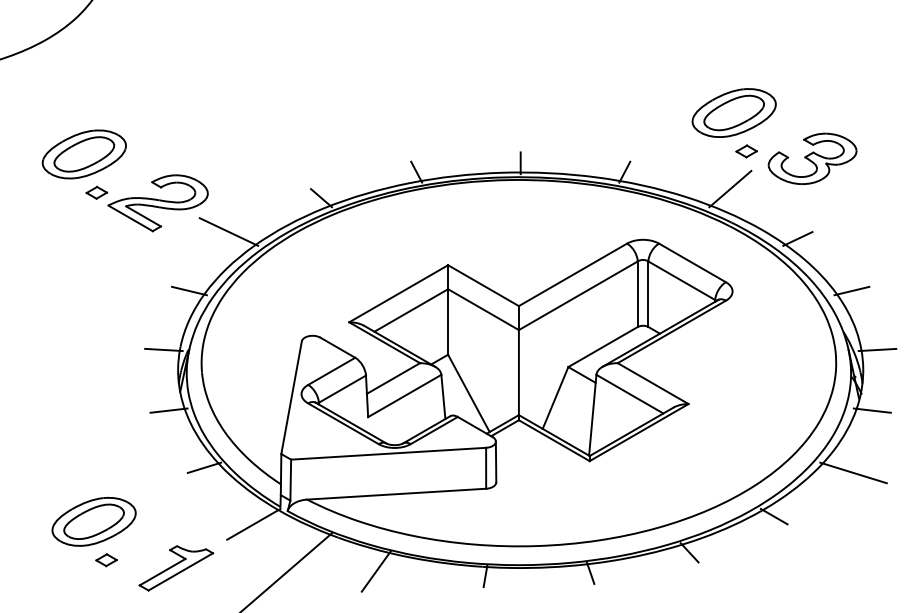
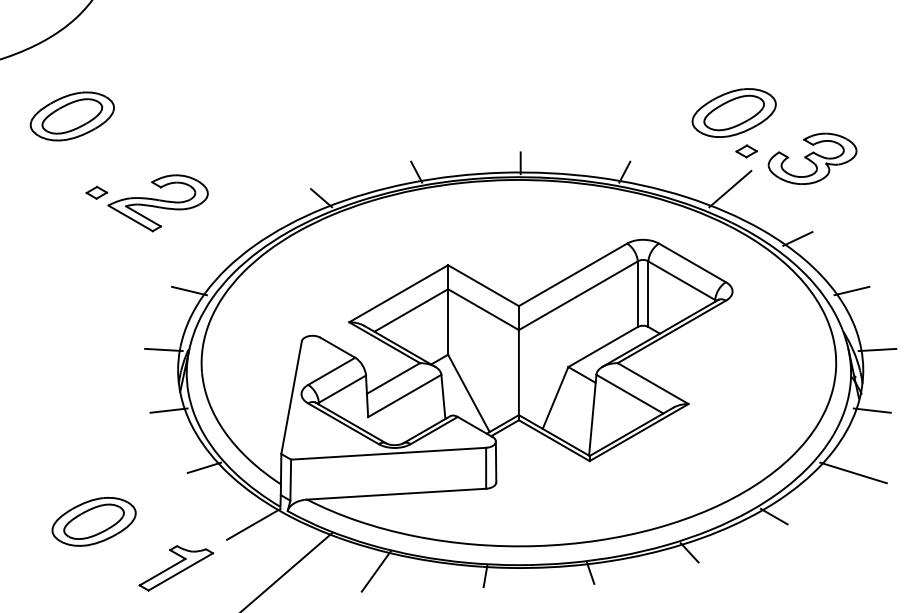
part at (83, 154) position: (83, 154) -> (71, 116)
line at (228, 231): present -> none
part at (106, 560): present -> none
